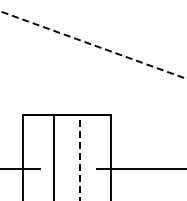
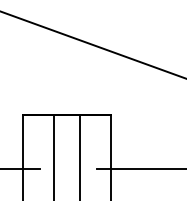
line at (93, 45): dashed -> solid
line at (80, 158): dashed -> solid
